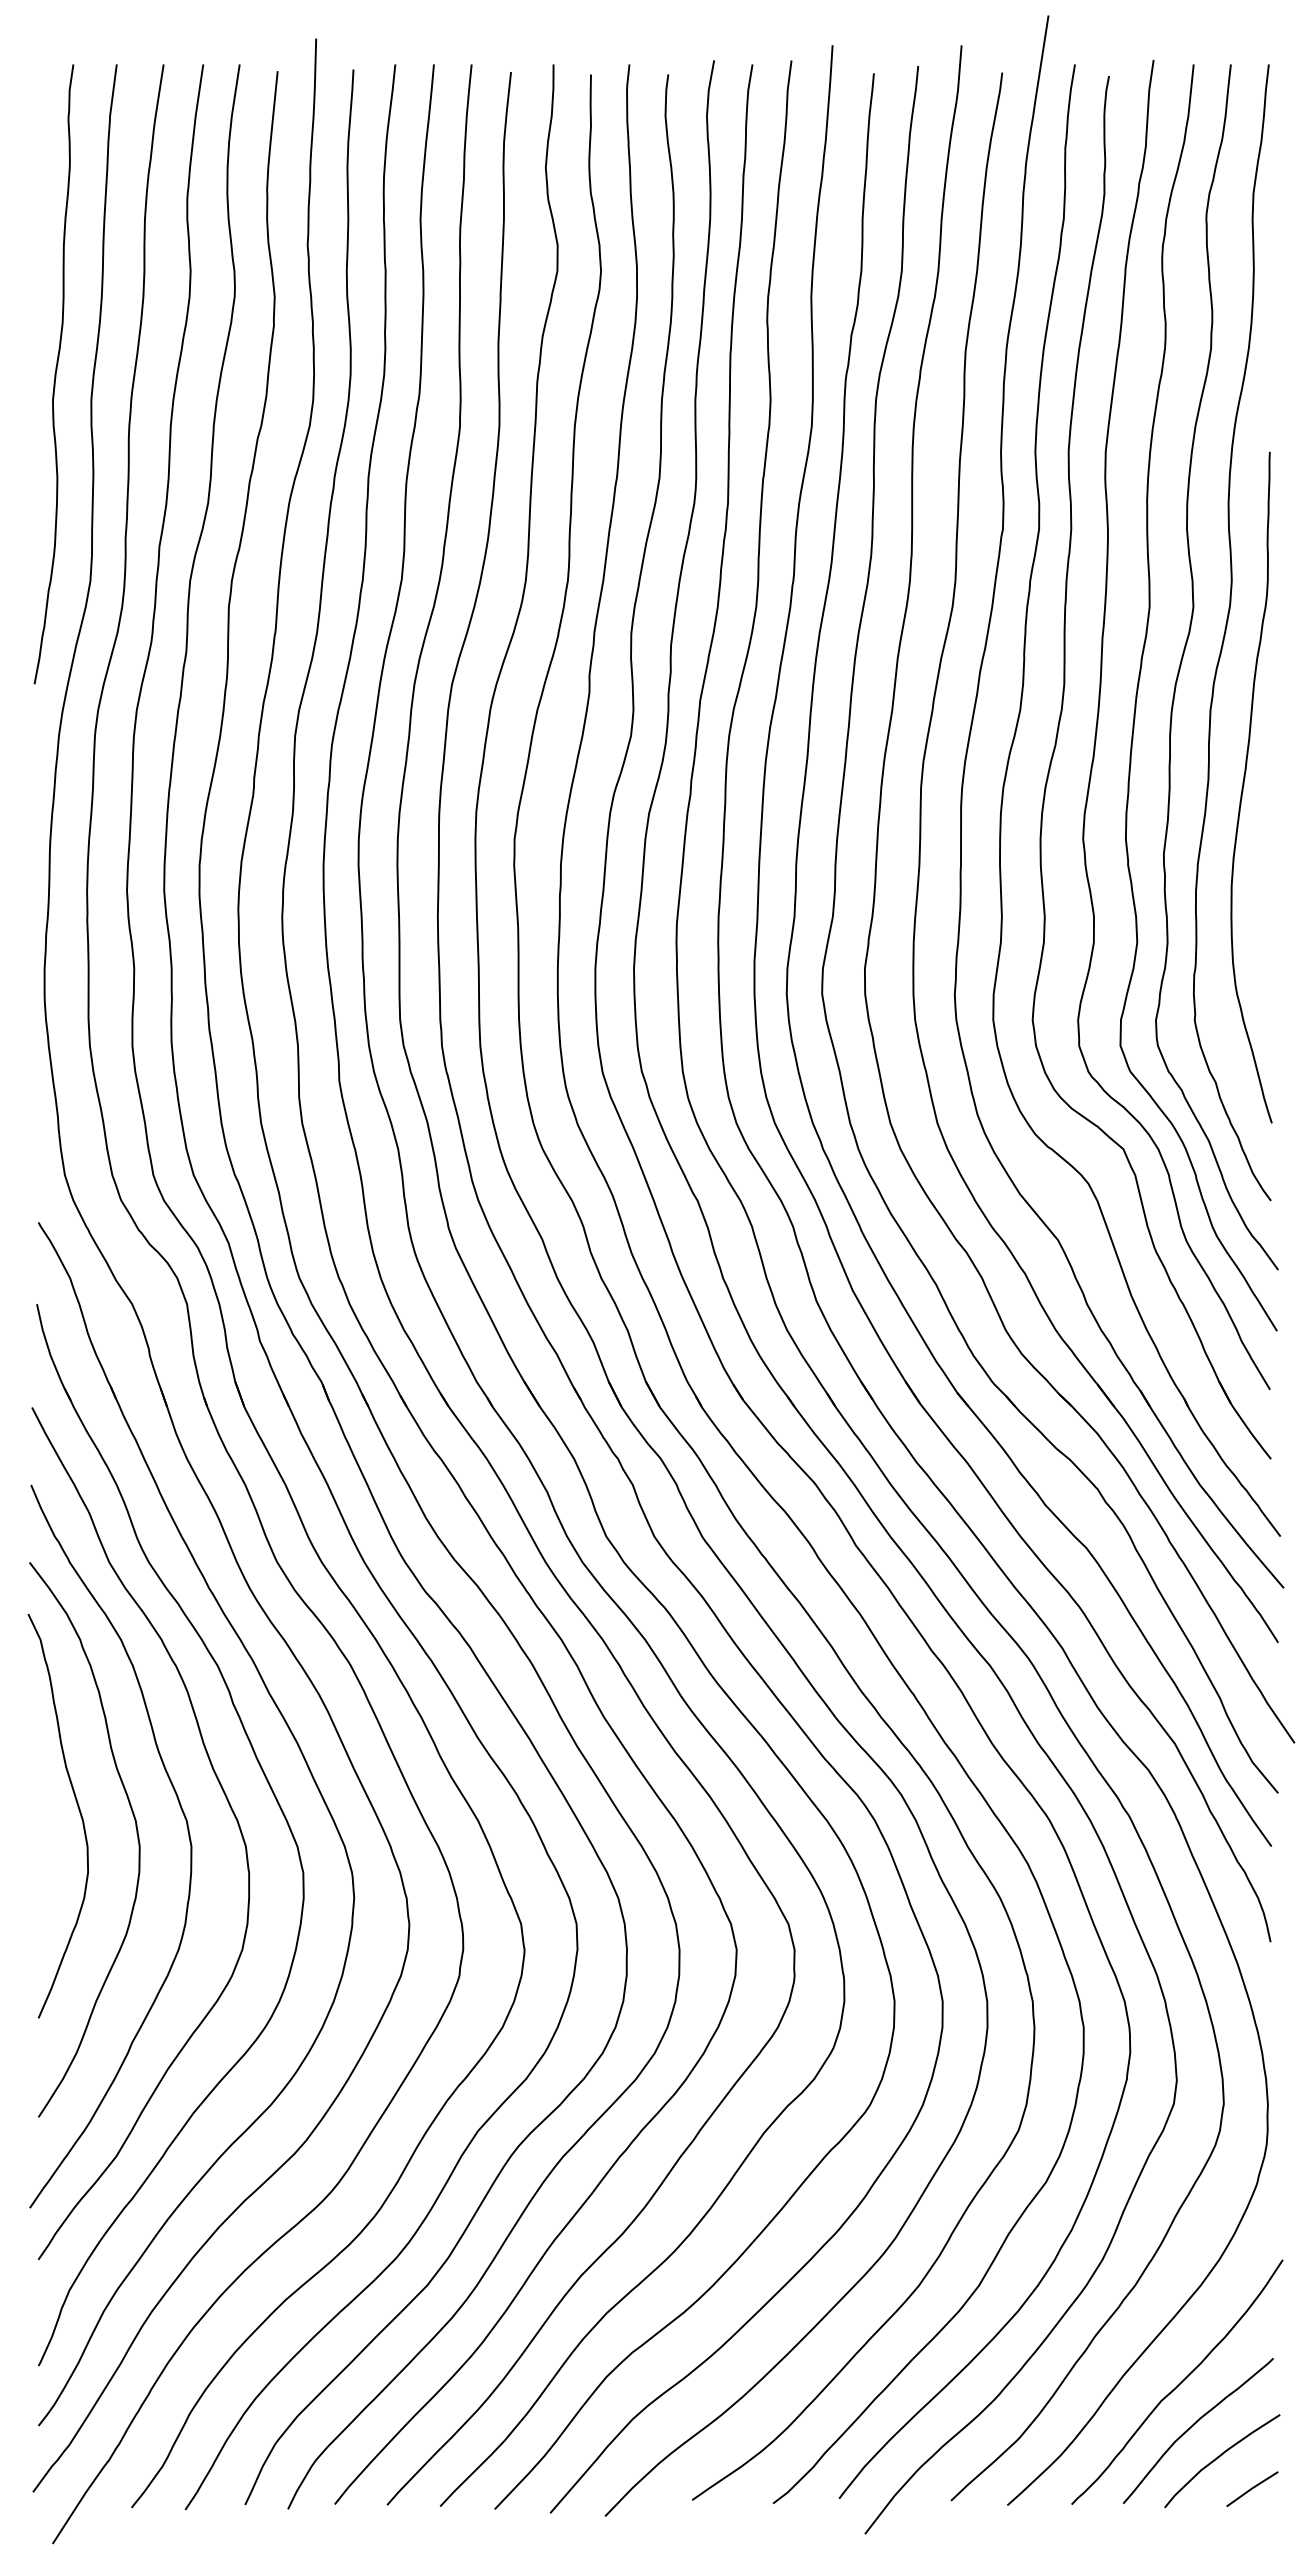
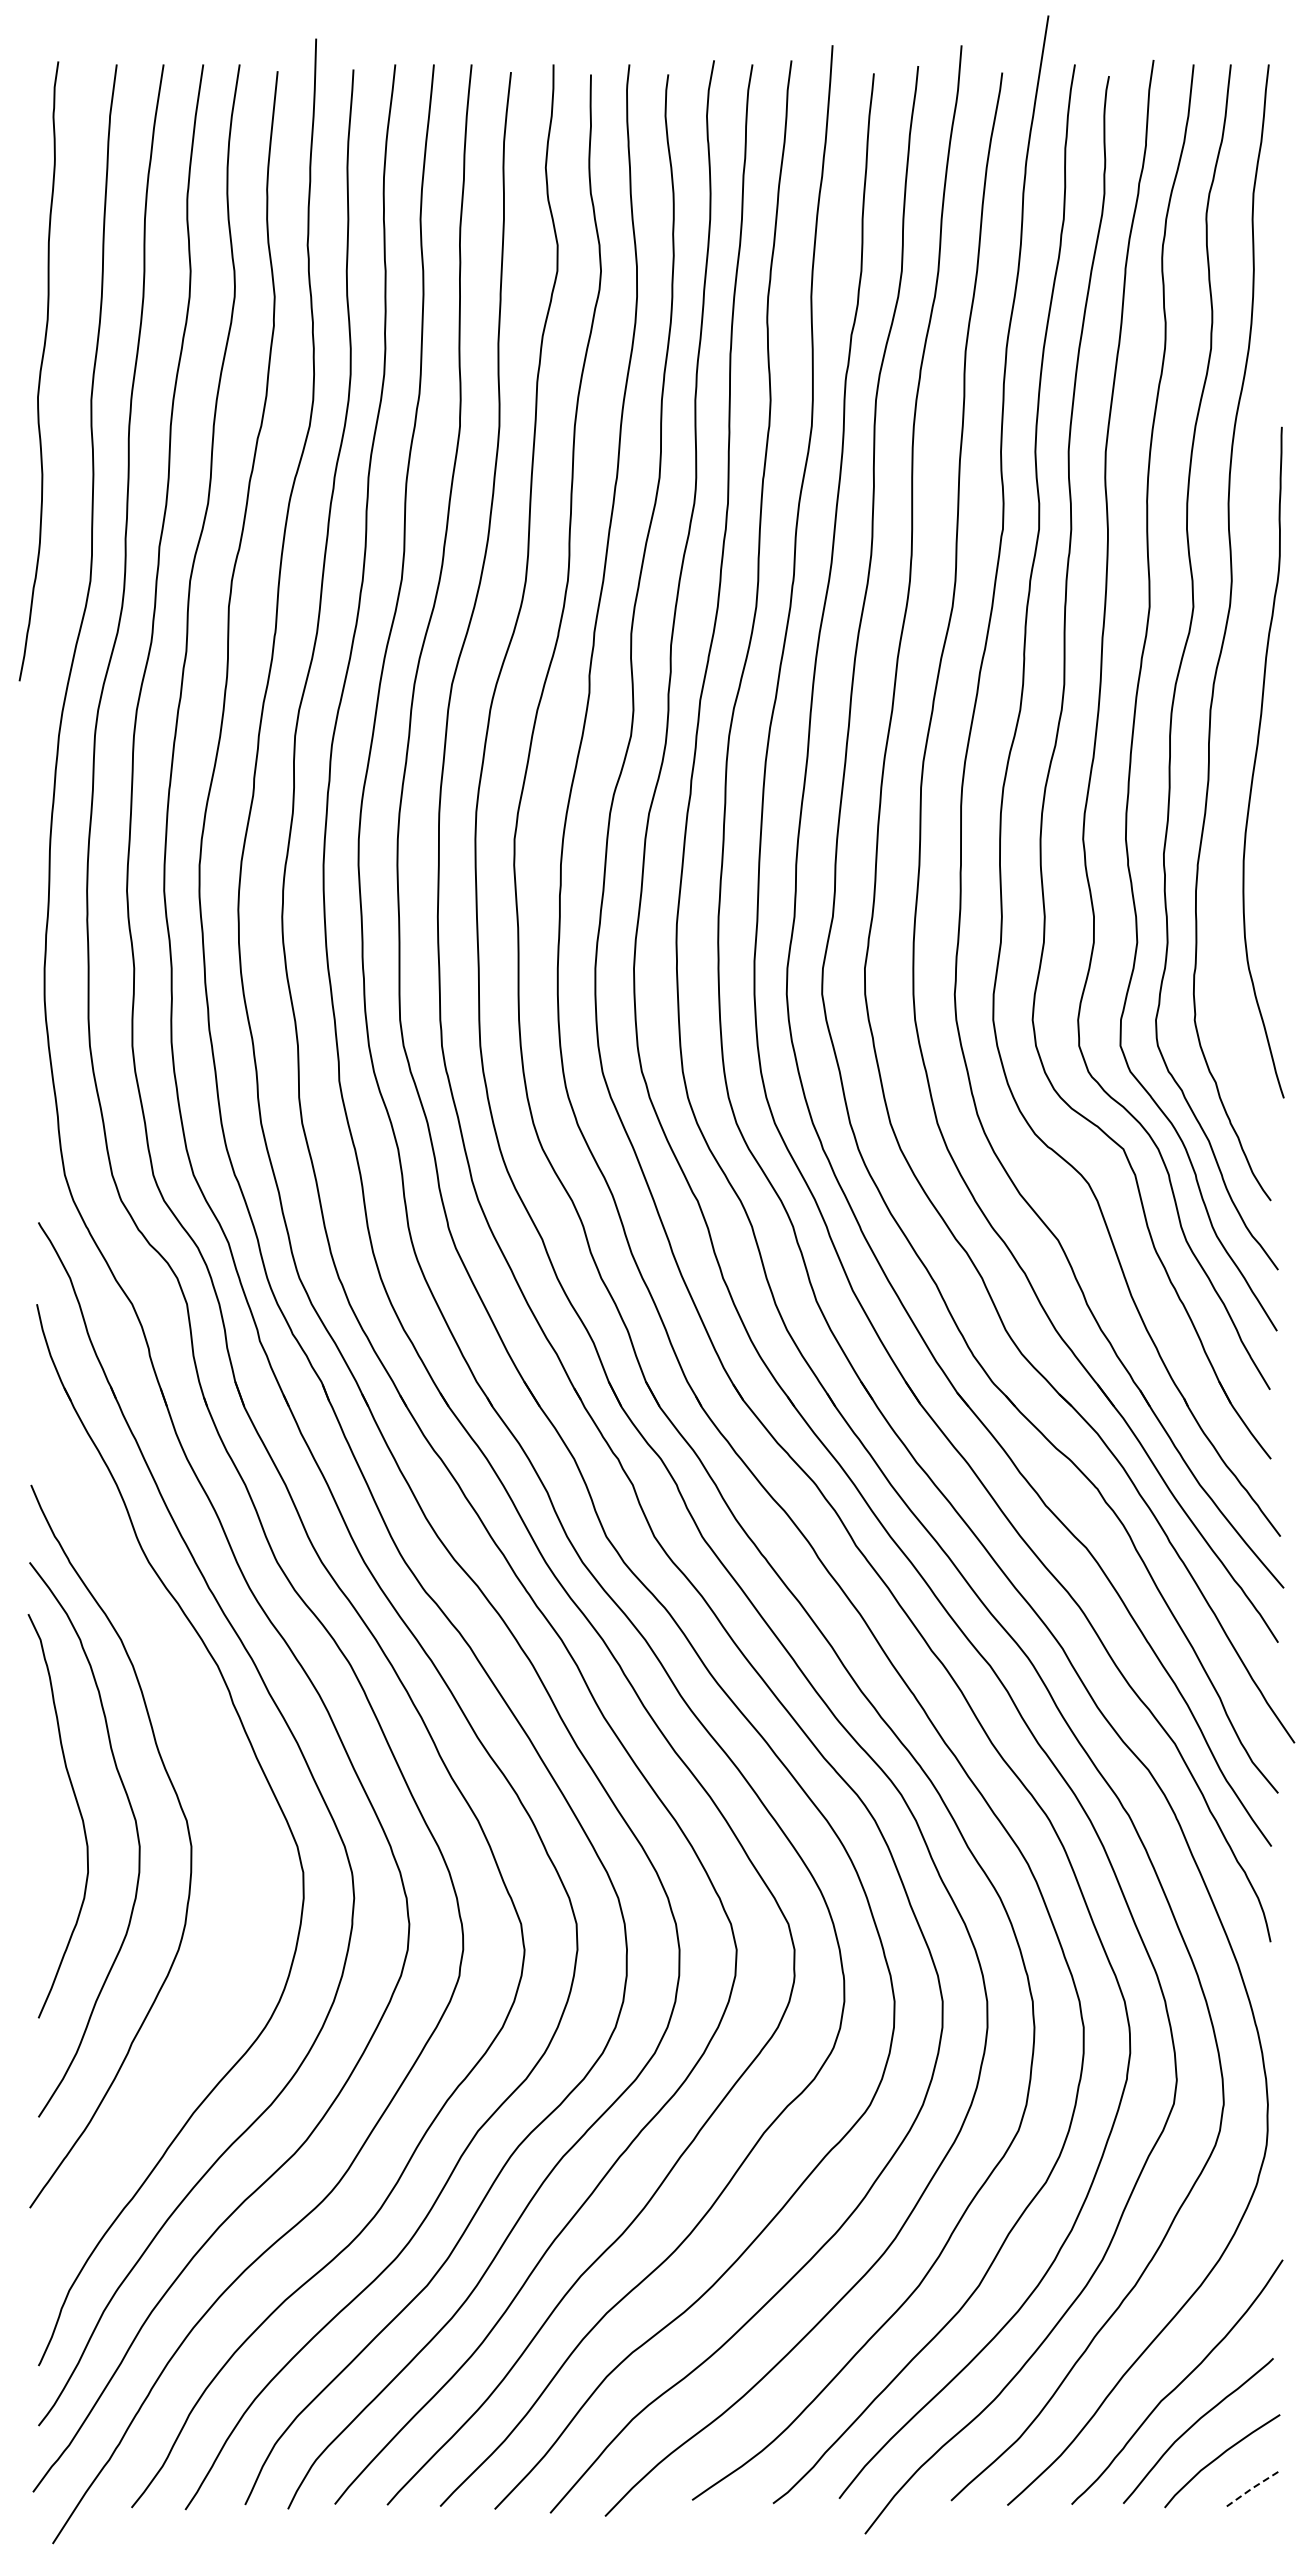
curve at (54, 374) position: (54, 374) -> (39, 371)
curve at (1244, 785) position: (1244, 785) -> (1256, 760)
curve at (222, 1791): present -> none
line at (1252, 2488): solid -> dashed
